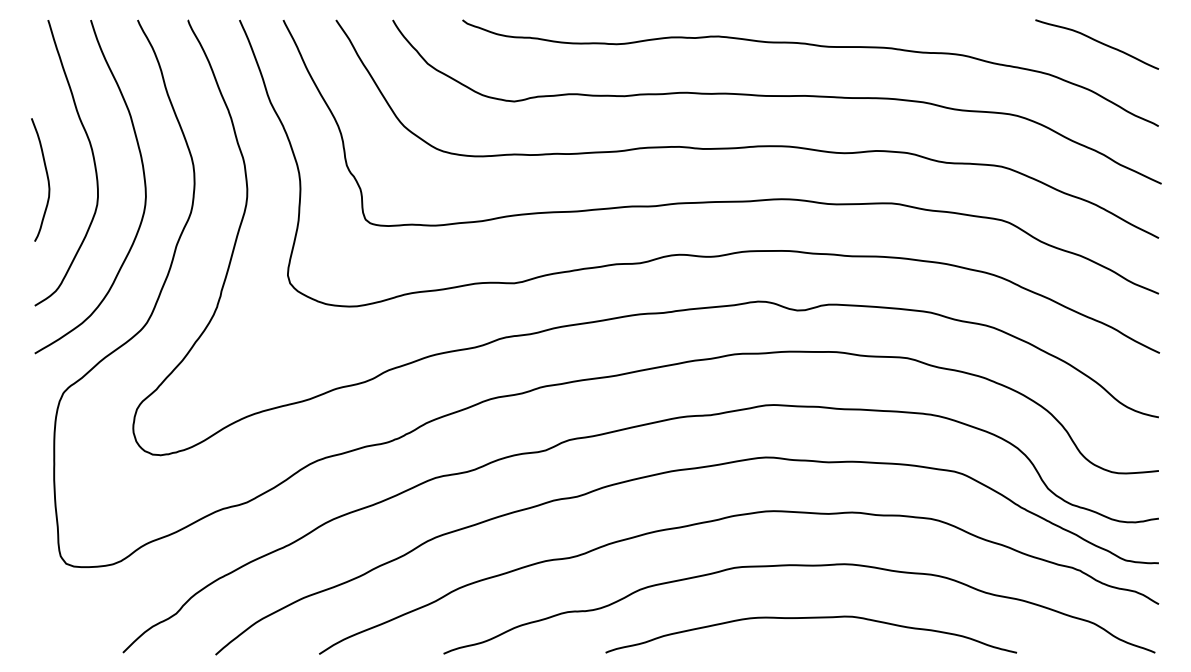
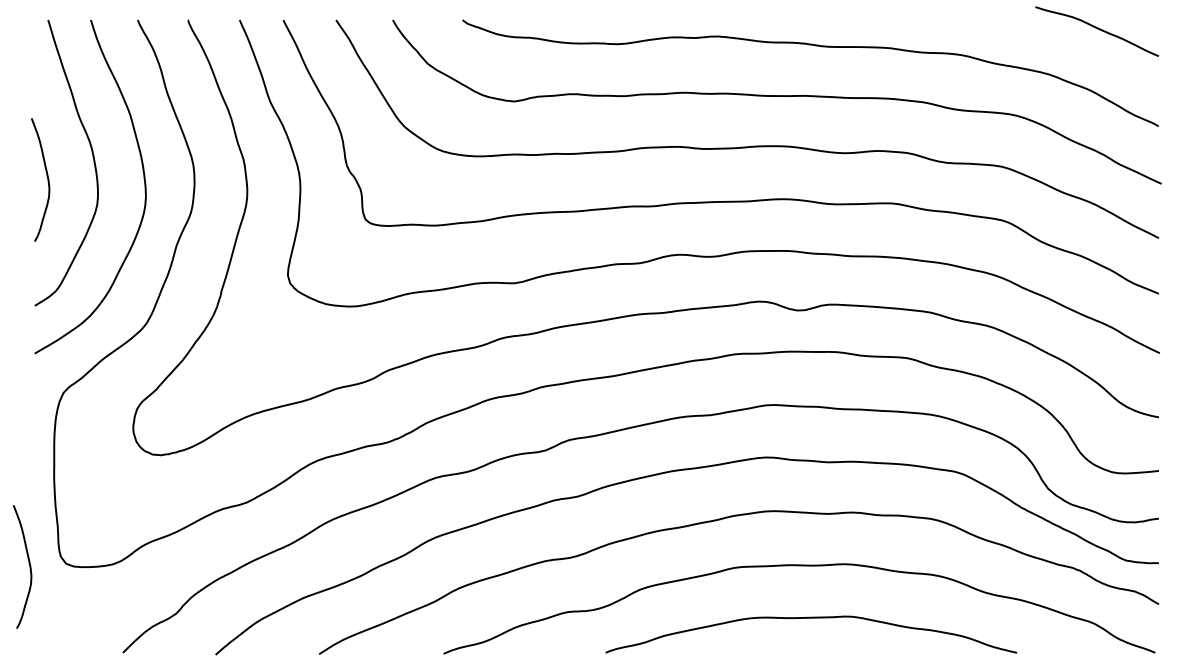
curve at (1097, 42) position: (1097, 42) -> (1097, 29)
curve at (28, 563): none -> present
